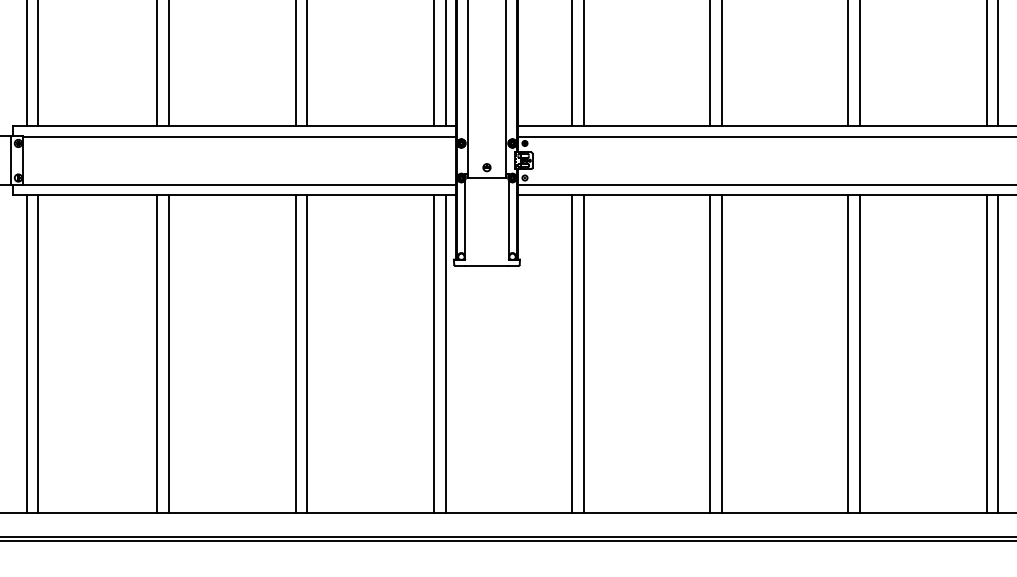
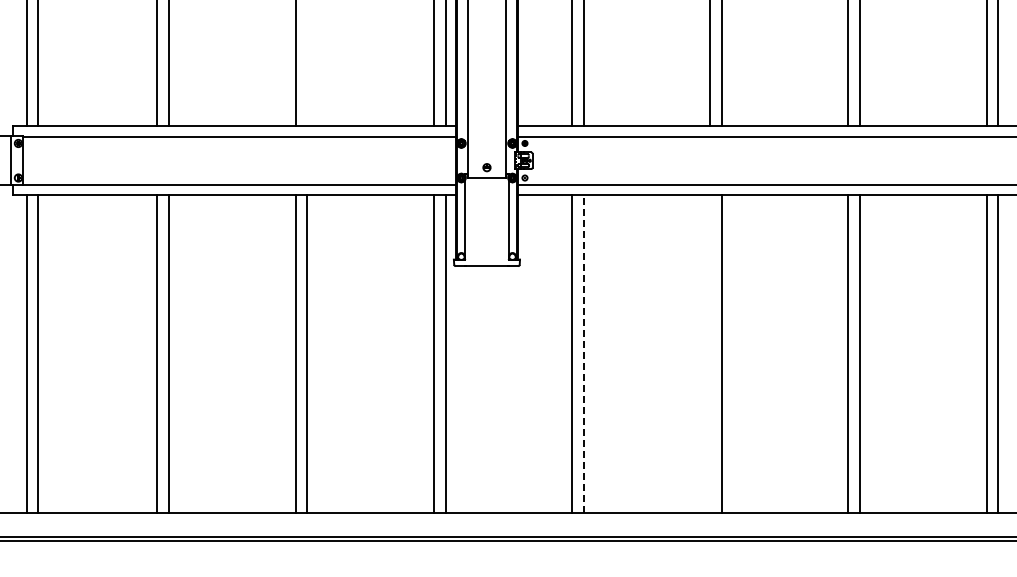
line at (307, 64): present -> none
line at (583, 354): solid -> dashed
line at (710, 354): present -> none
